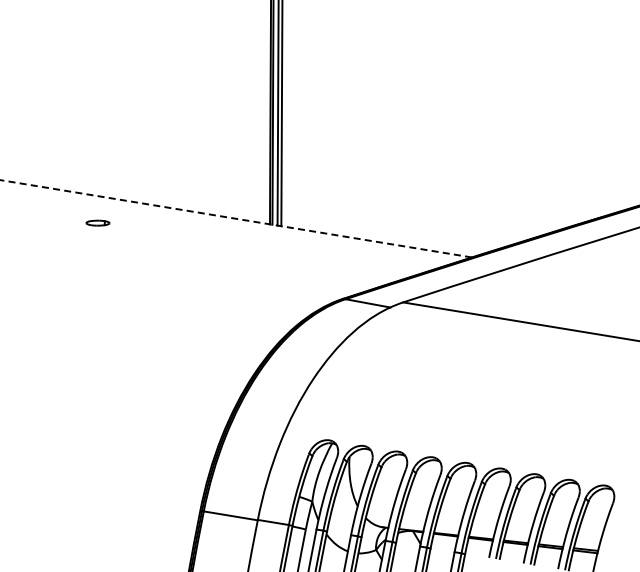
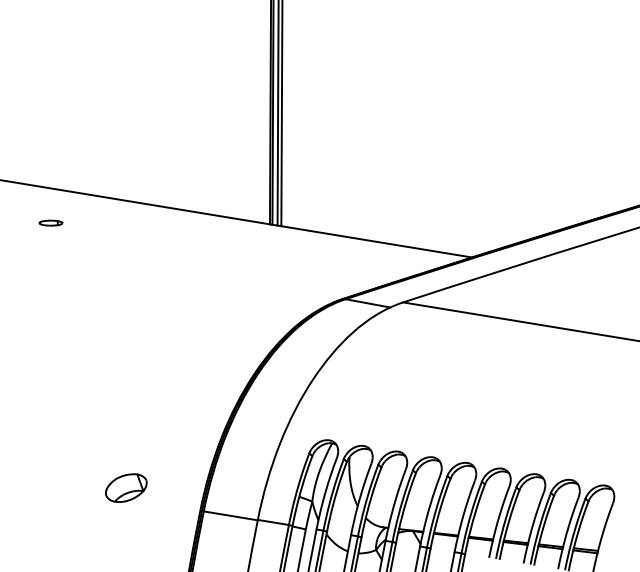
line at (236, 218): dashed -> solid
part at (97, 222) position: (97, 222) -> (50, 222)
part at (126, 487): none -> present
